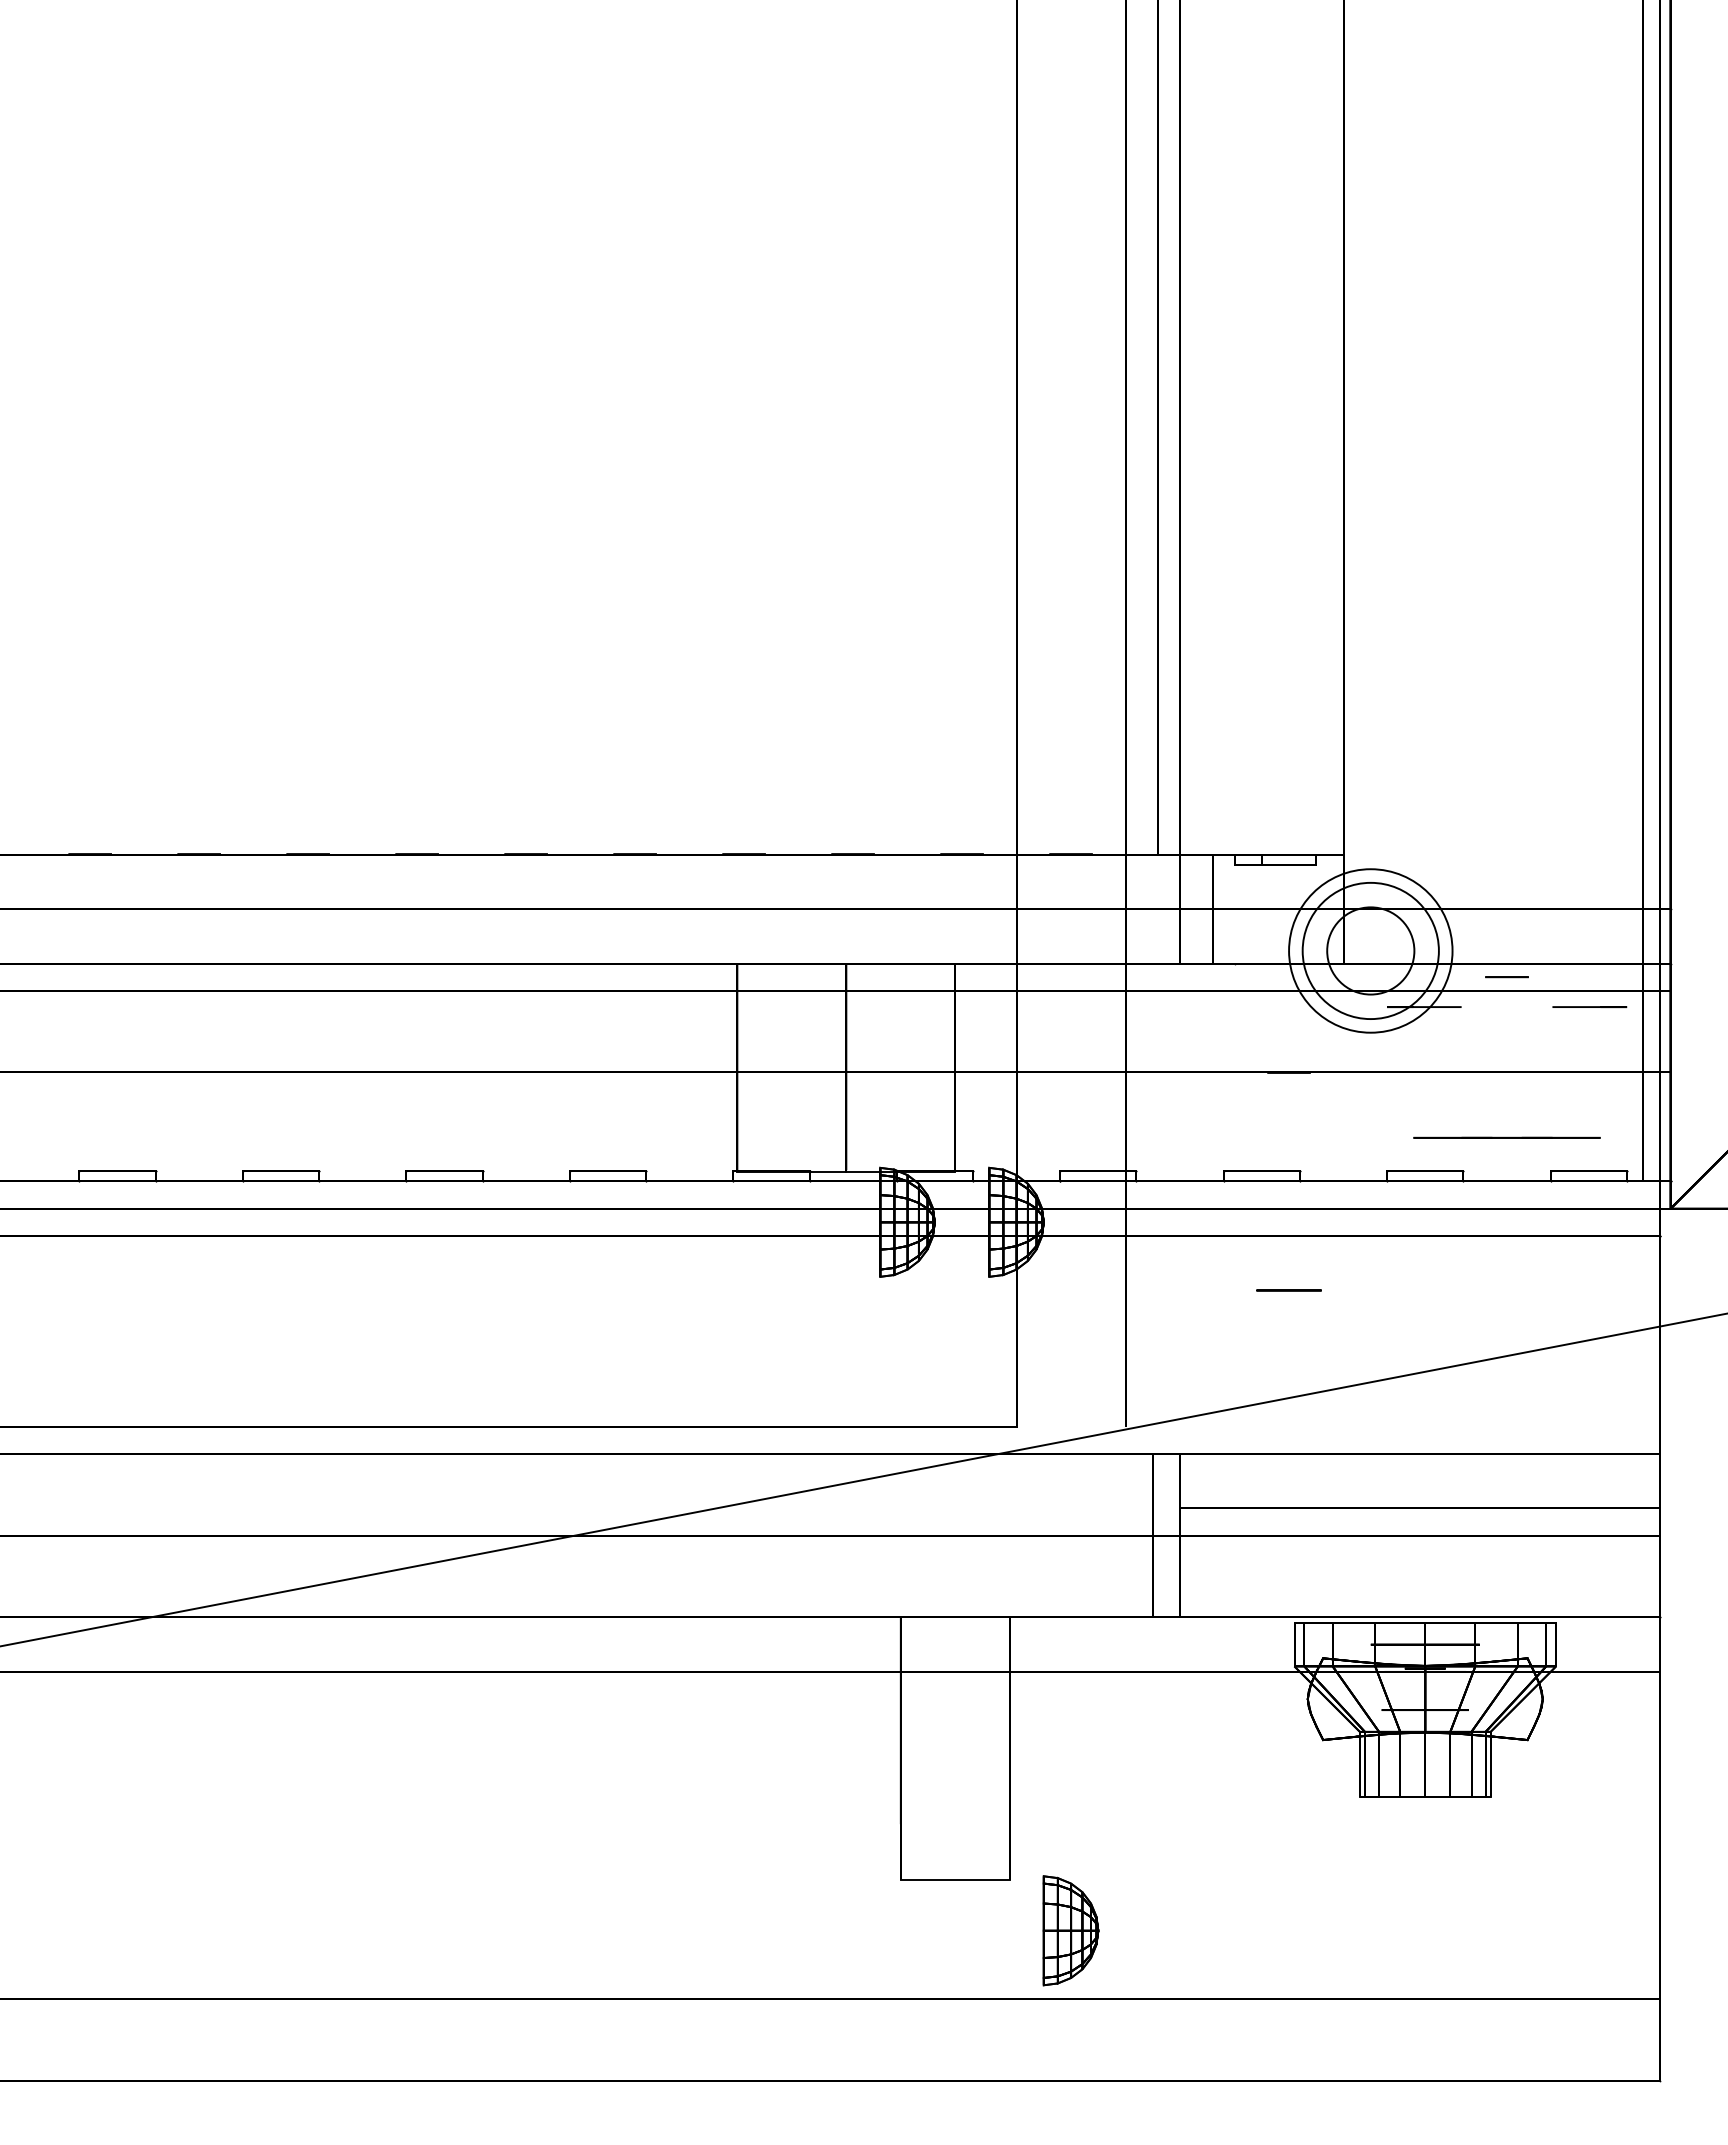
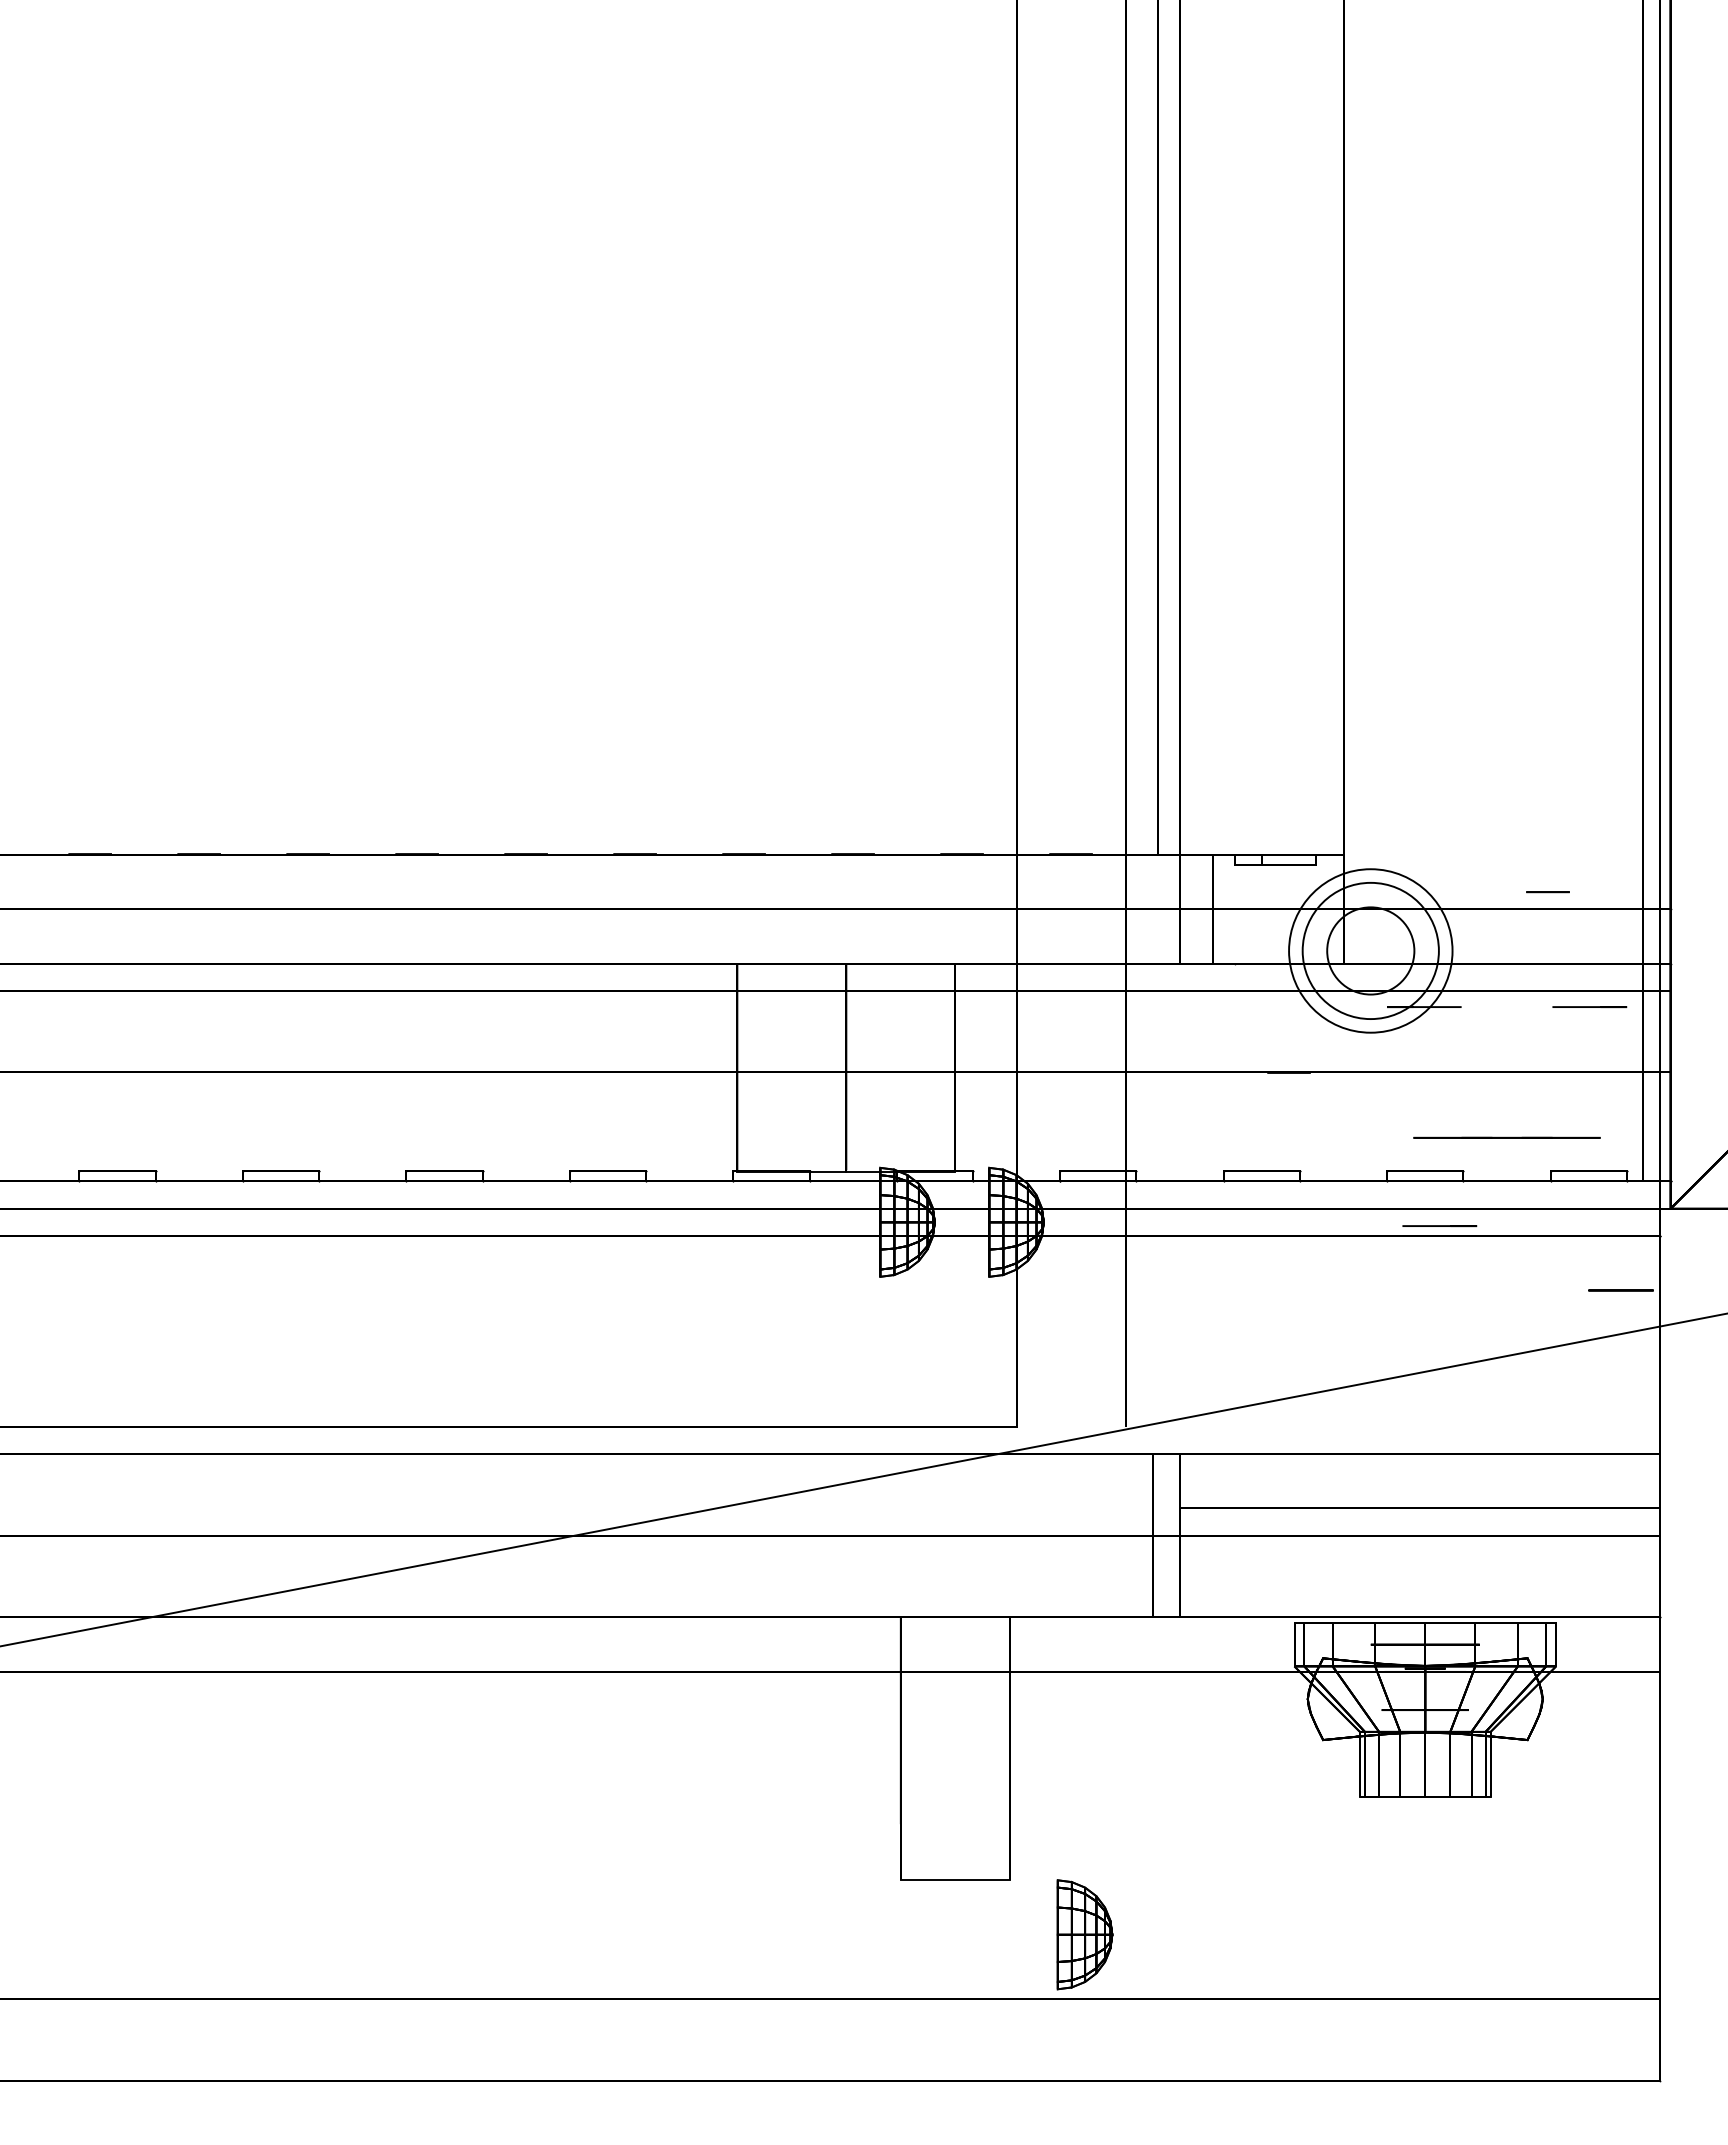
line at (1506, 977) position: (1506, 977) -> (1547, 892)
line at (1439, 1225): none -> present
circle at (1288, 1290) position: (1288, 1290) -> (1620, 1290)
part at (1070, 1930) position: (1070, 1930) -> (1084, 1934)
